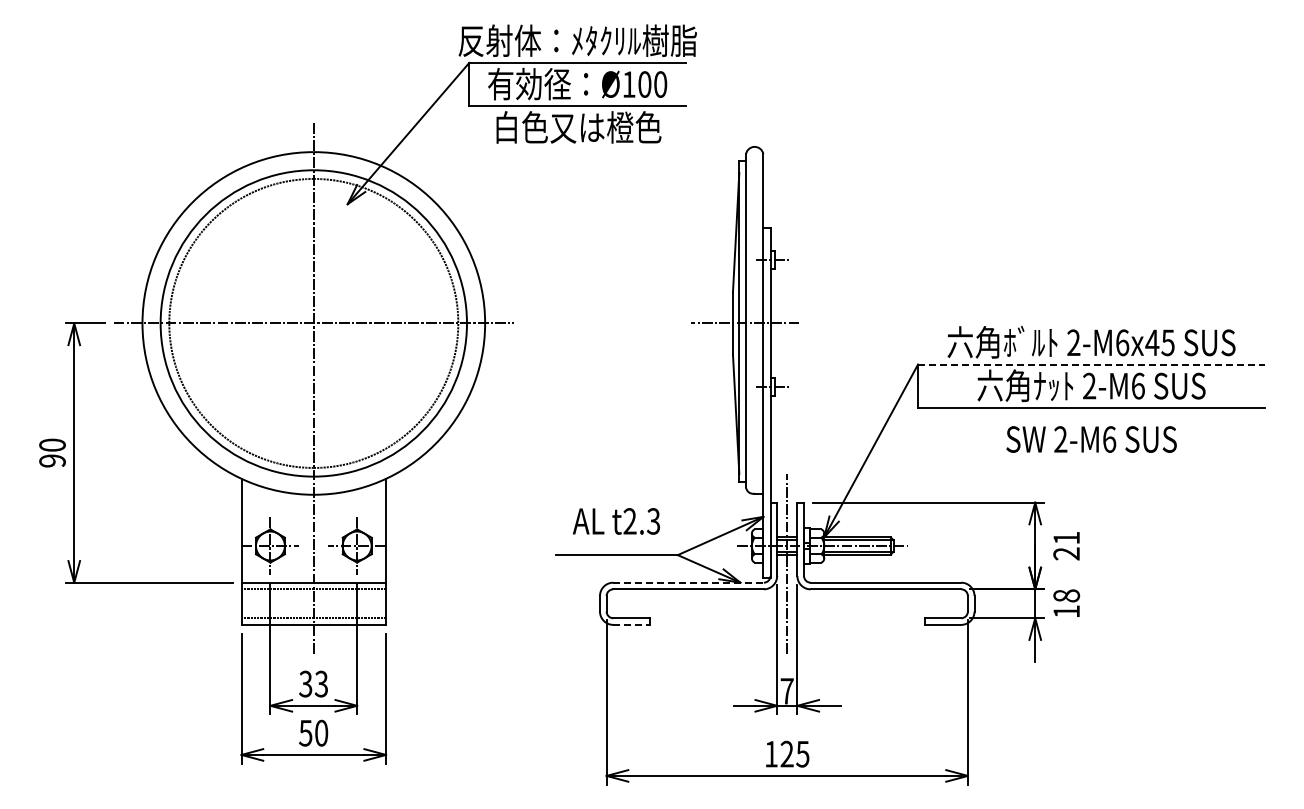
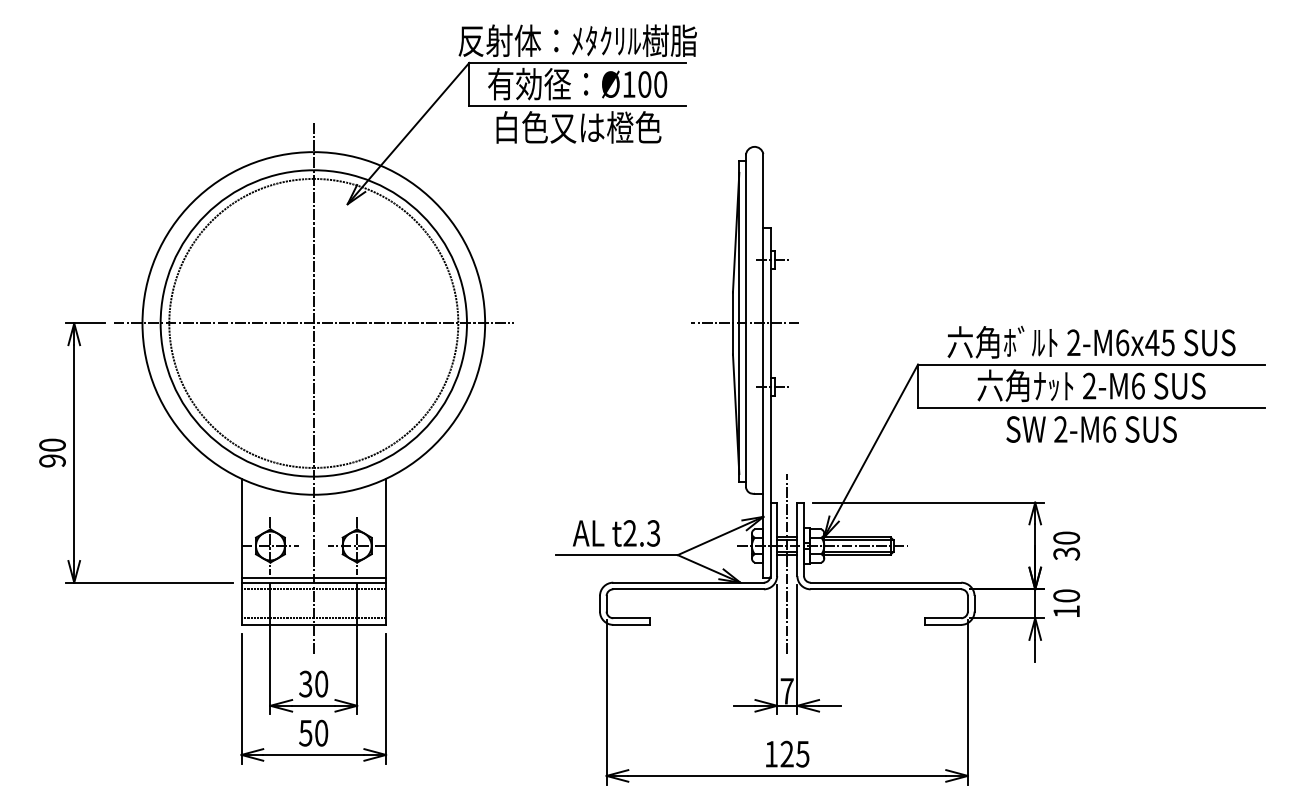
line at (1091, 364): dashed -> solid
text at (1091, 439) position: (1091, 439) -> (1091, 429)
text at (616, 521) position: (616, 521) -> (616, 533)
text at (1066, 545): 21 -> 30
line at (313, 577): none -> present
line at (689, 582): dashed -> solid
text at (1066, 595): 18 -> 10
line at (632, 624): dashed -> solid
text at (321, 683): 33 -> 30
